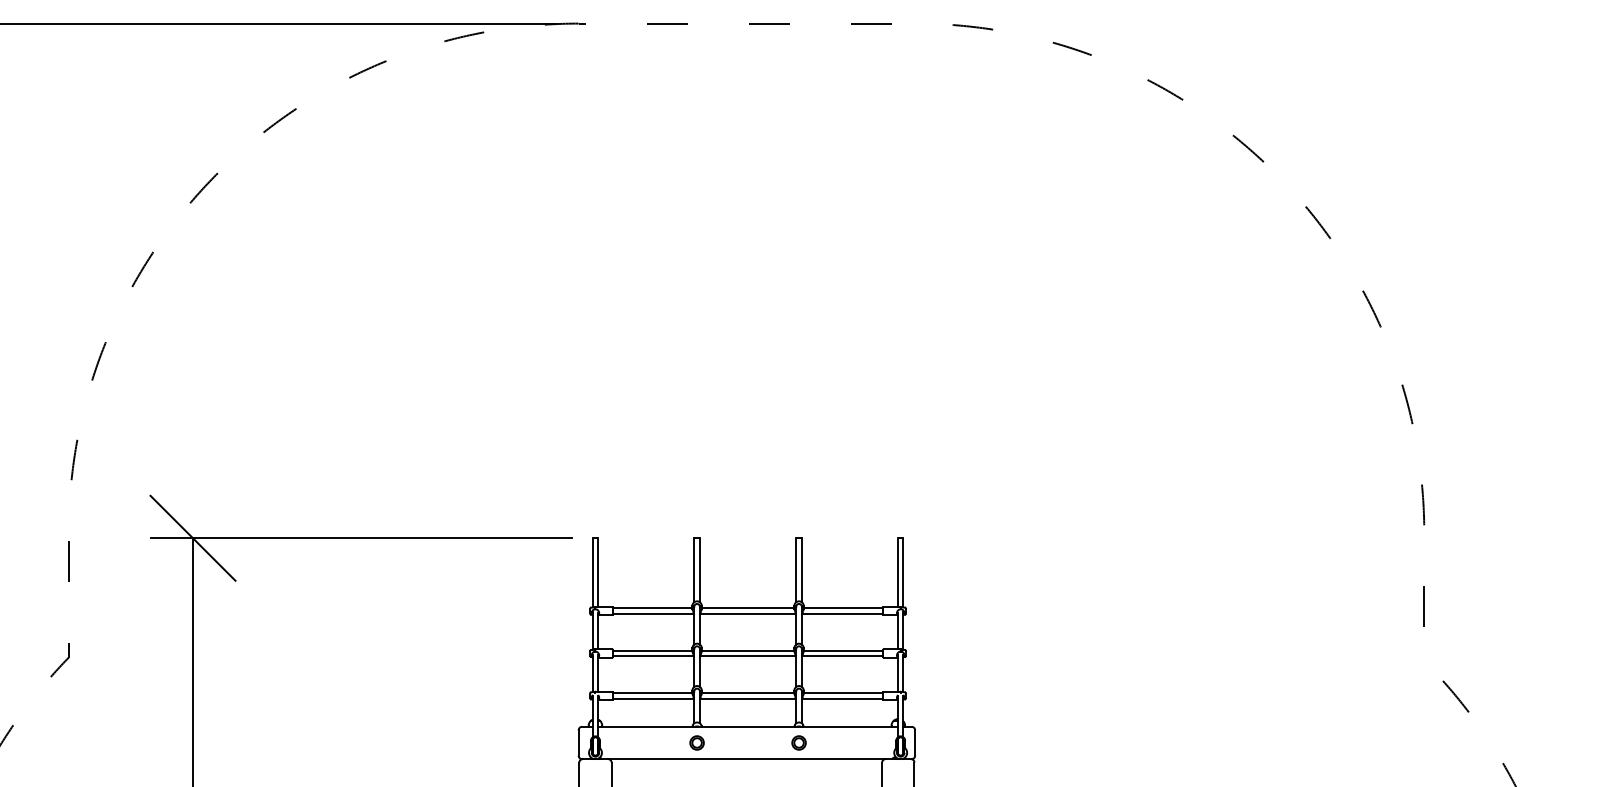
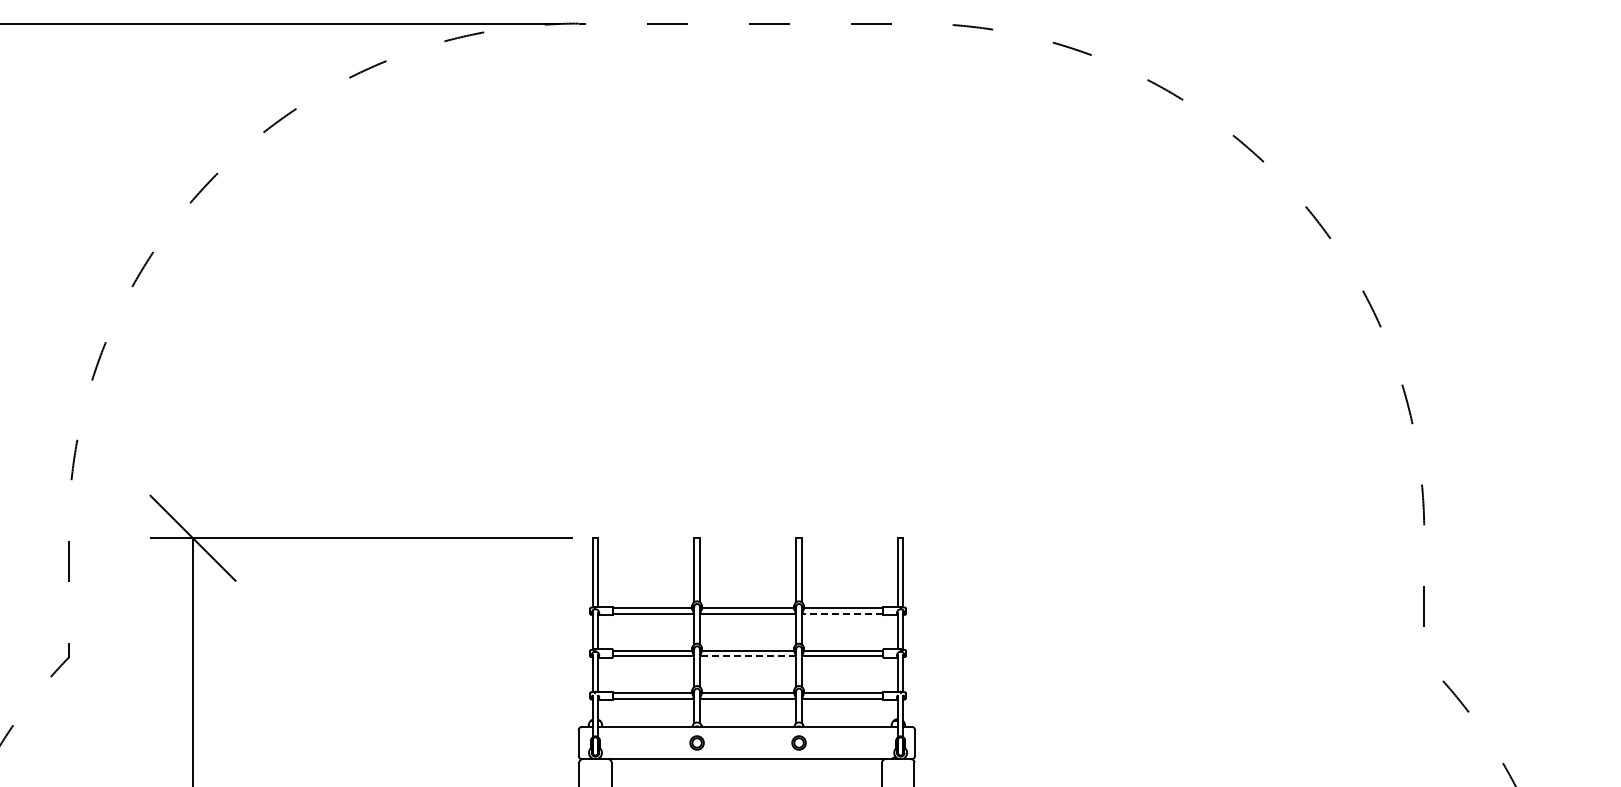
line at (842, 613): solid -> dashed
line at (748, 656): solid -> dashed
